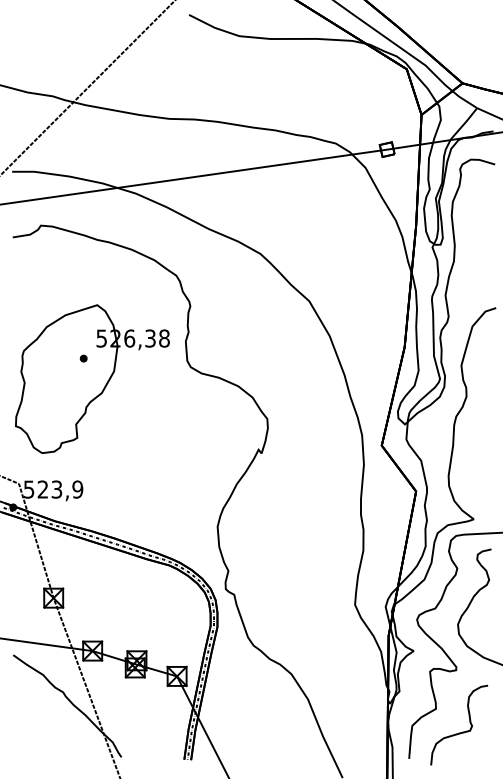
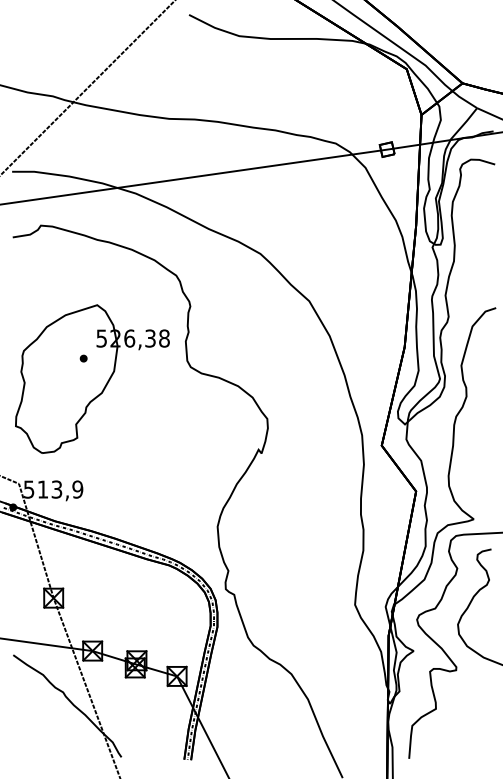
text at (42, 489): 523,9 -> 513,9
curve at (462, 731): present -> none
